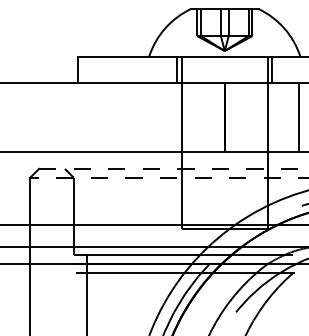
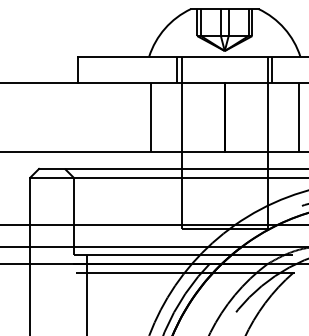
line at (150, 116): none -> present
line at (173, 168): dashed -> solid
line at (169, 177): dashed -> solid
